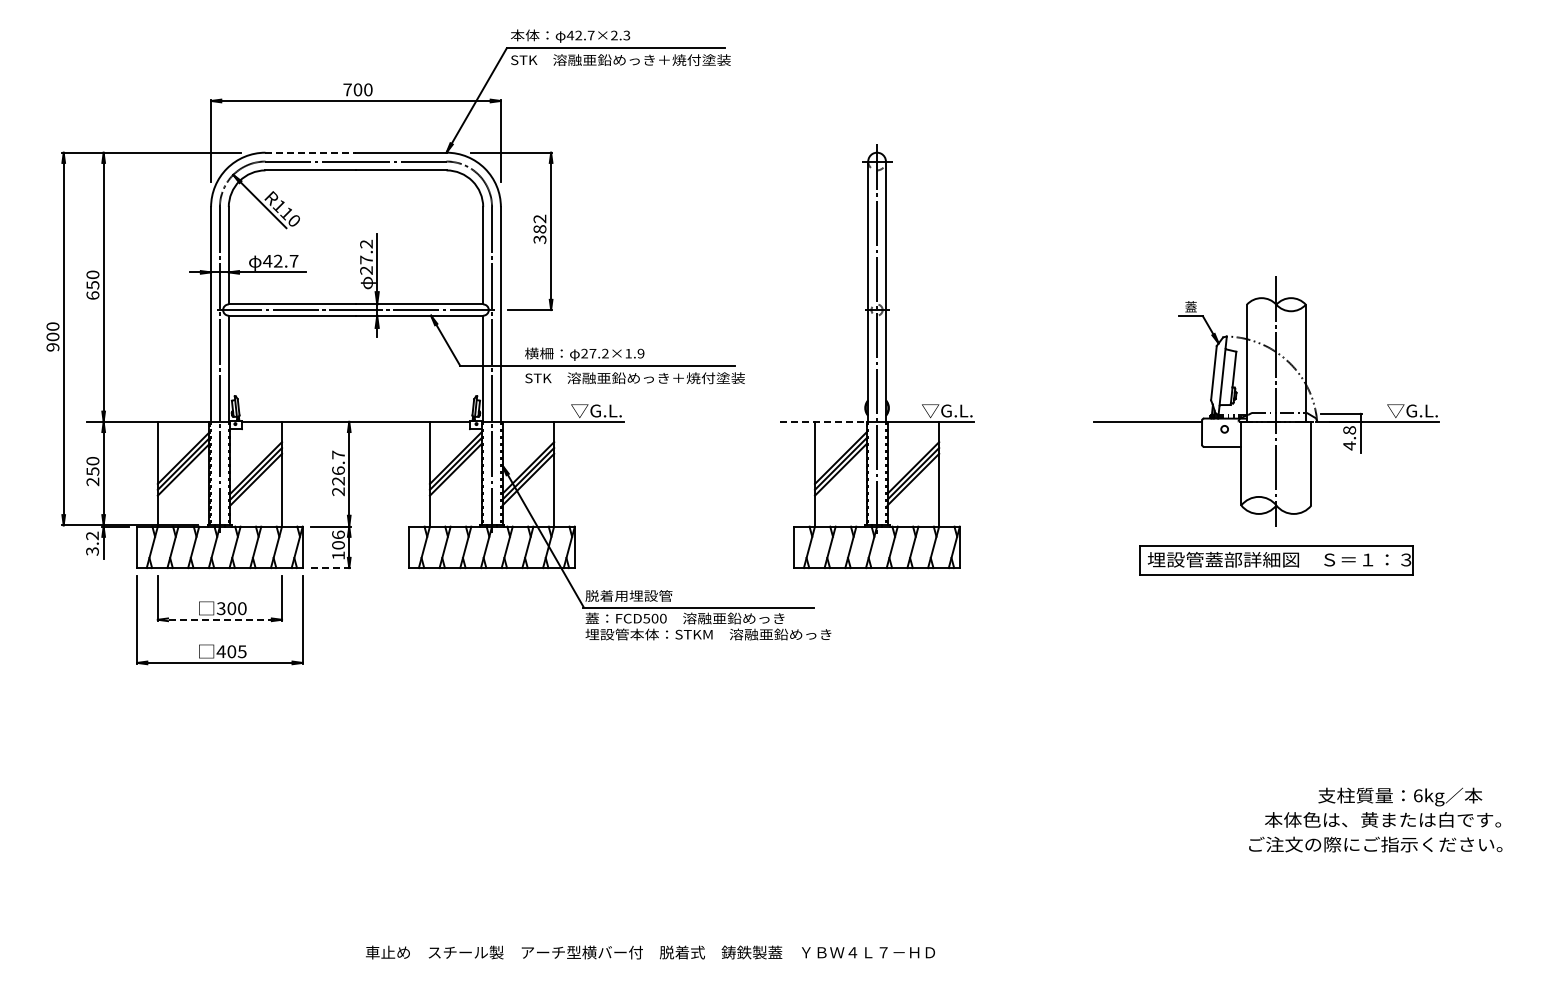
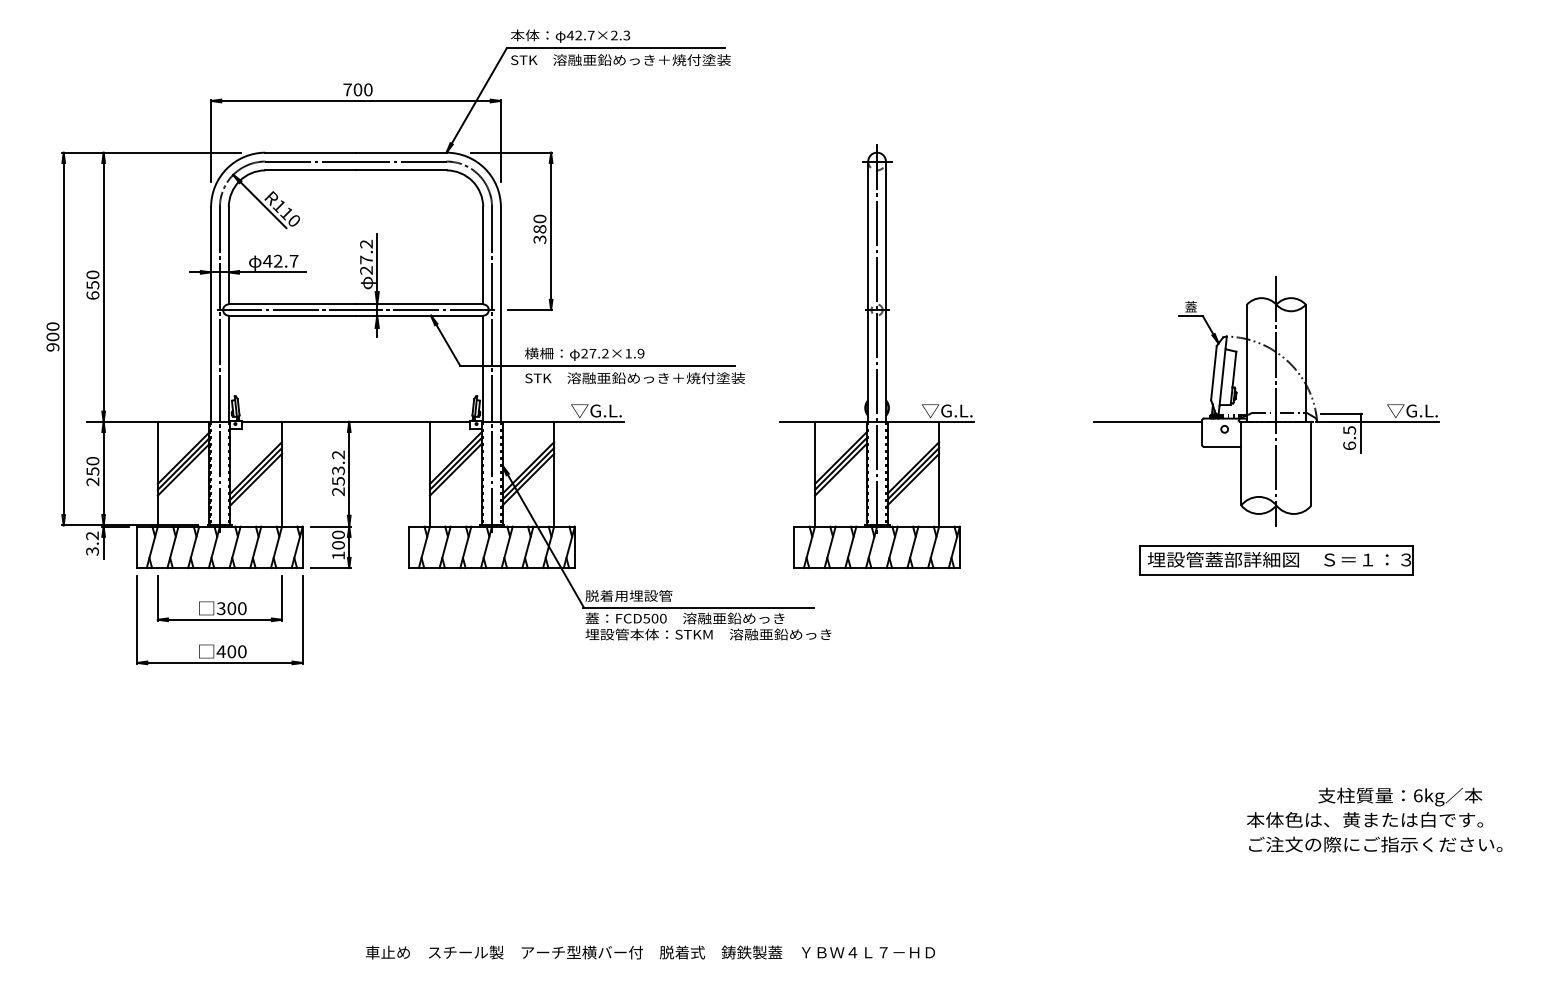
line at (311, 152): dashed -> solid
text at (539, 218): 382 -> 380
line at (823, 421): dashed -> solid
text at (1349, 438): 4.8 -> 6.5
text at (338, 467): 226.7 -> 253.2
text at (338, 534): 106 -> 100
line at (330, 568): dashed -> solid
line at (220, 619): dashed -> solid
text at (241, 651): 405 -> 400
text at (1383, 819) position: (1383, 819) -> (1365, 819)
